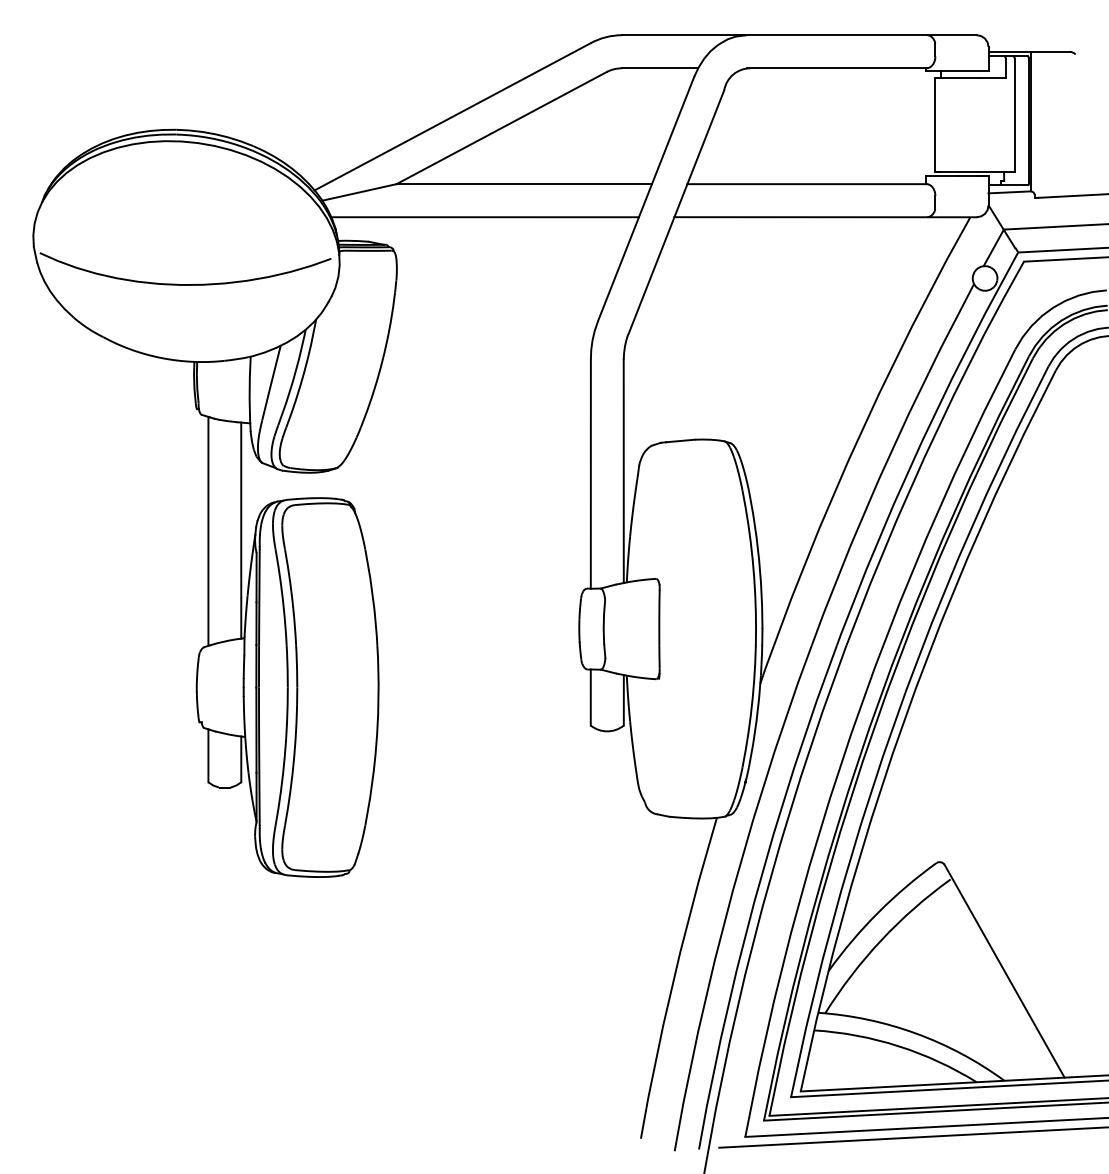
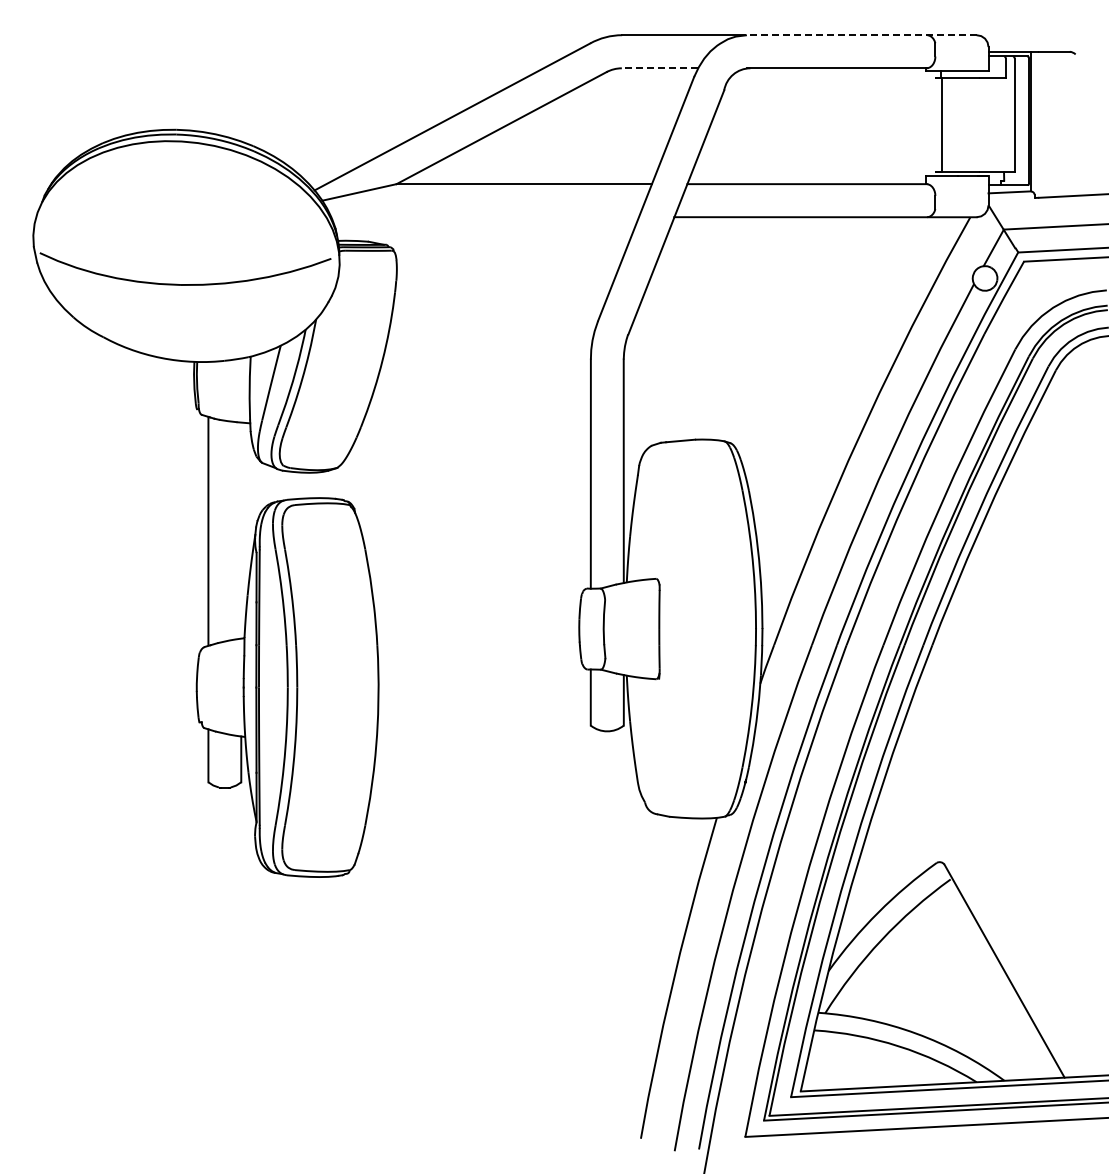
line at (861, 35): solid -> dashed
line at (659, 68): solid -> dashed
line at (935, 124) position: (935, 124) -> (942, 124)
line at (484, 217): present -> none
line at (241, 530): present -> none
line at (912, 1137): present -> none
